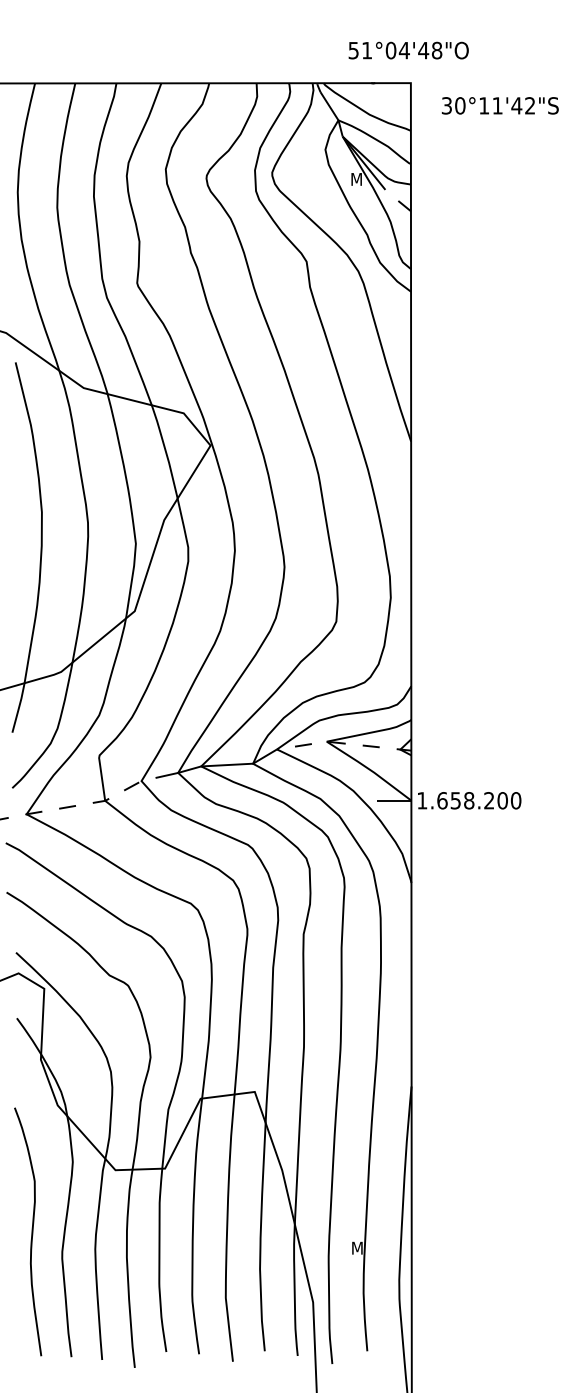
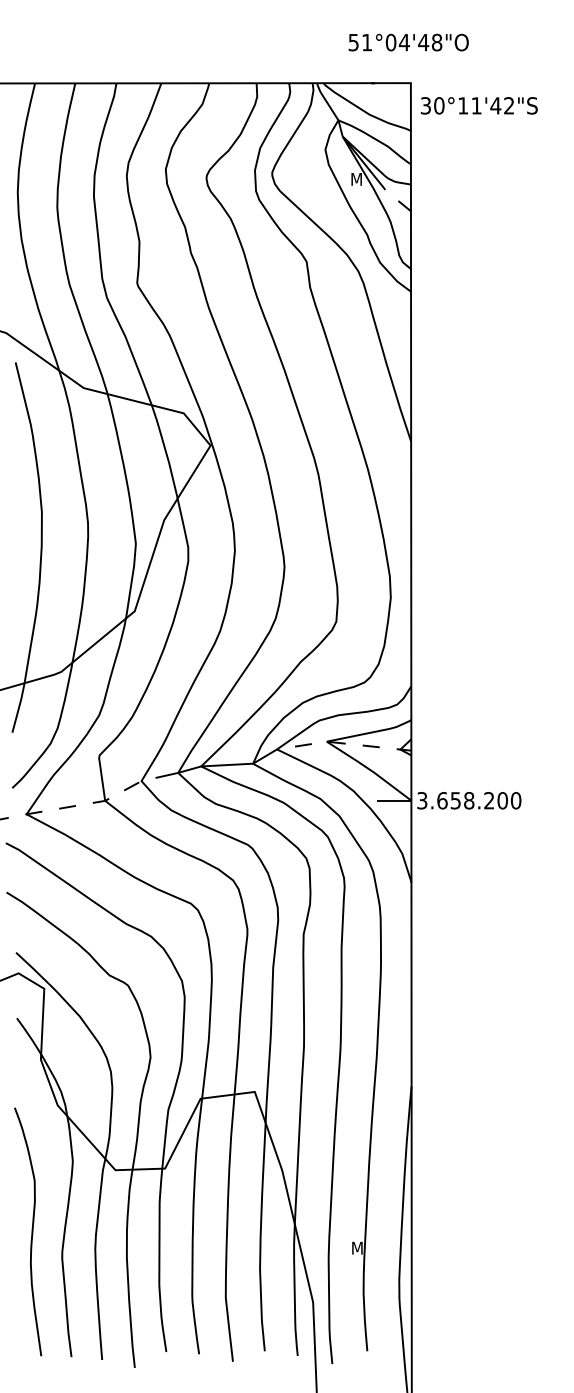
text at (408, 50) position: (408, 50) -> (408, 42)
text at (499, 105) position: (499, 105) -> (478, 105)
text at (422, 800): 1.658.200 -> 3.658.200
